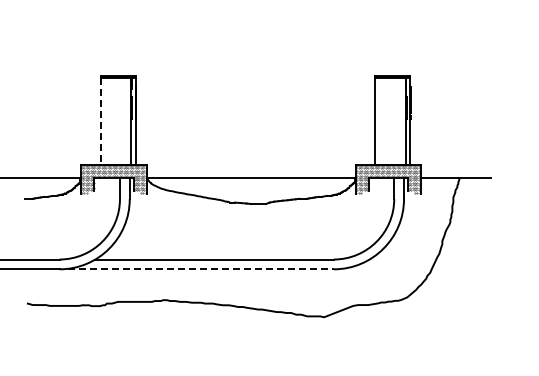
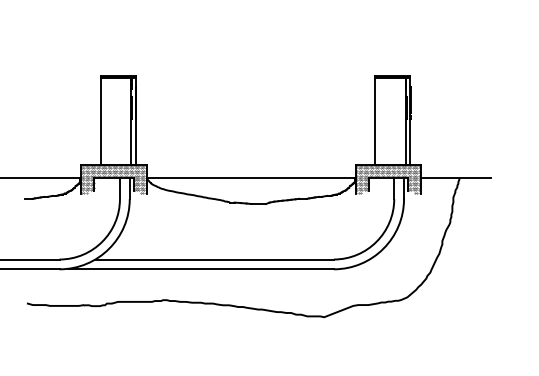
line at (100, 121): dashed -> solid
line at (201, 269): dashed -> solid
